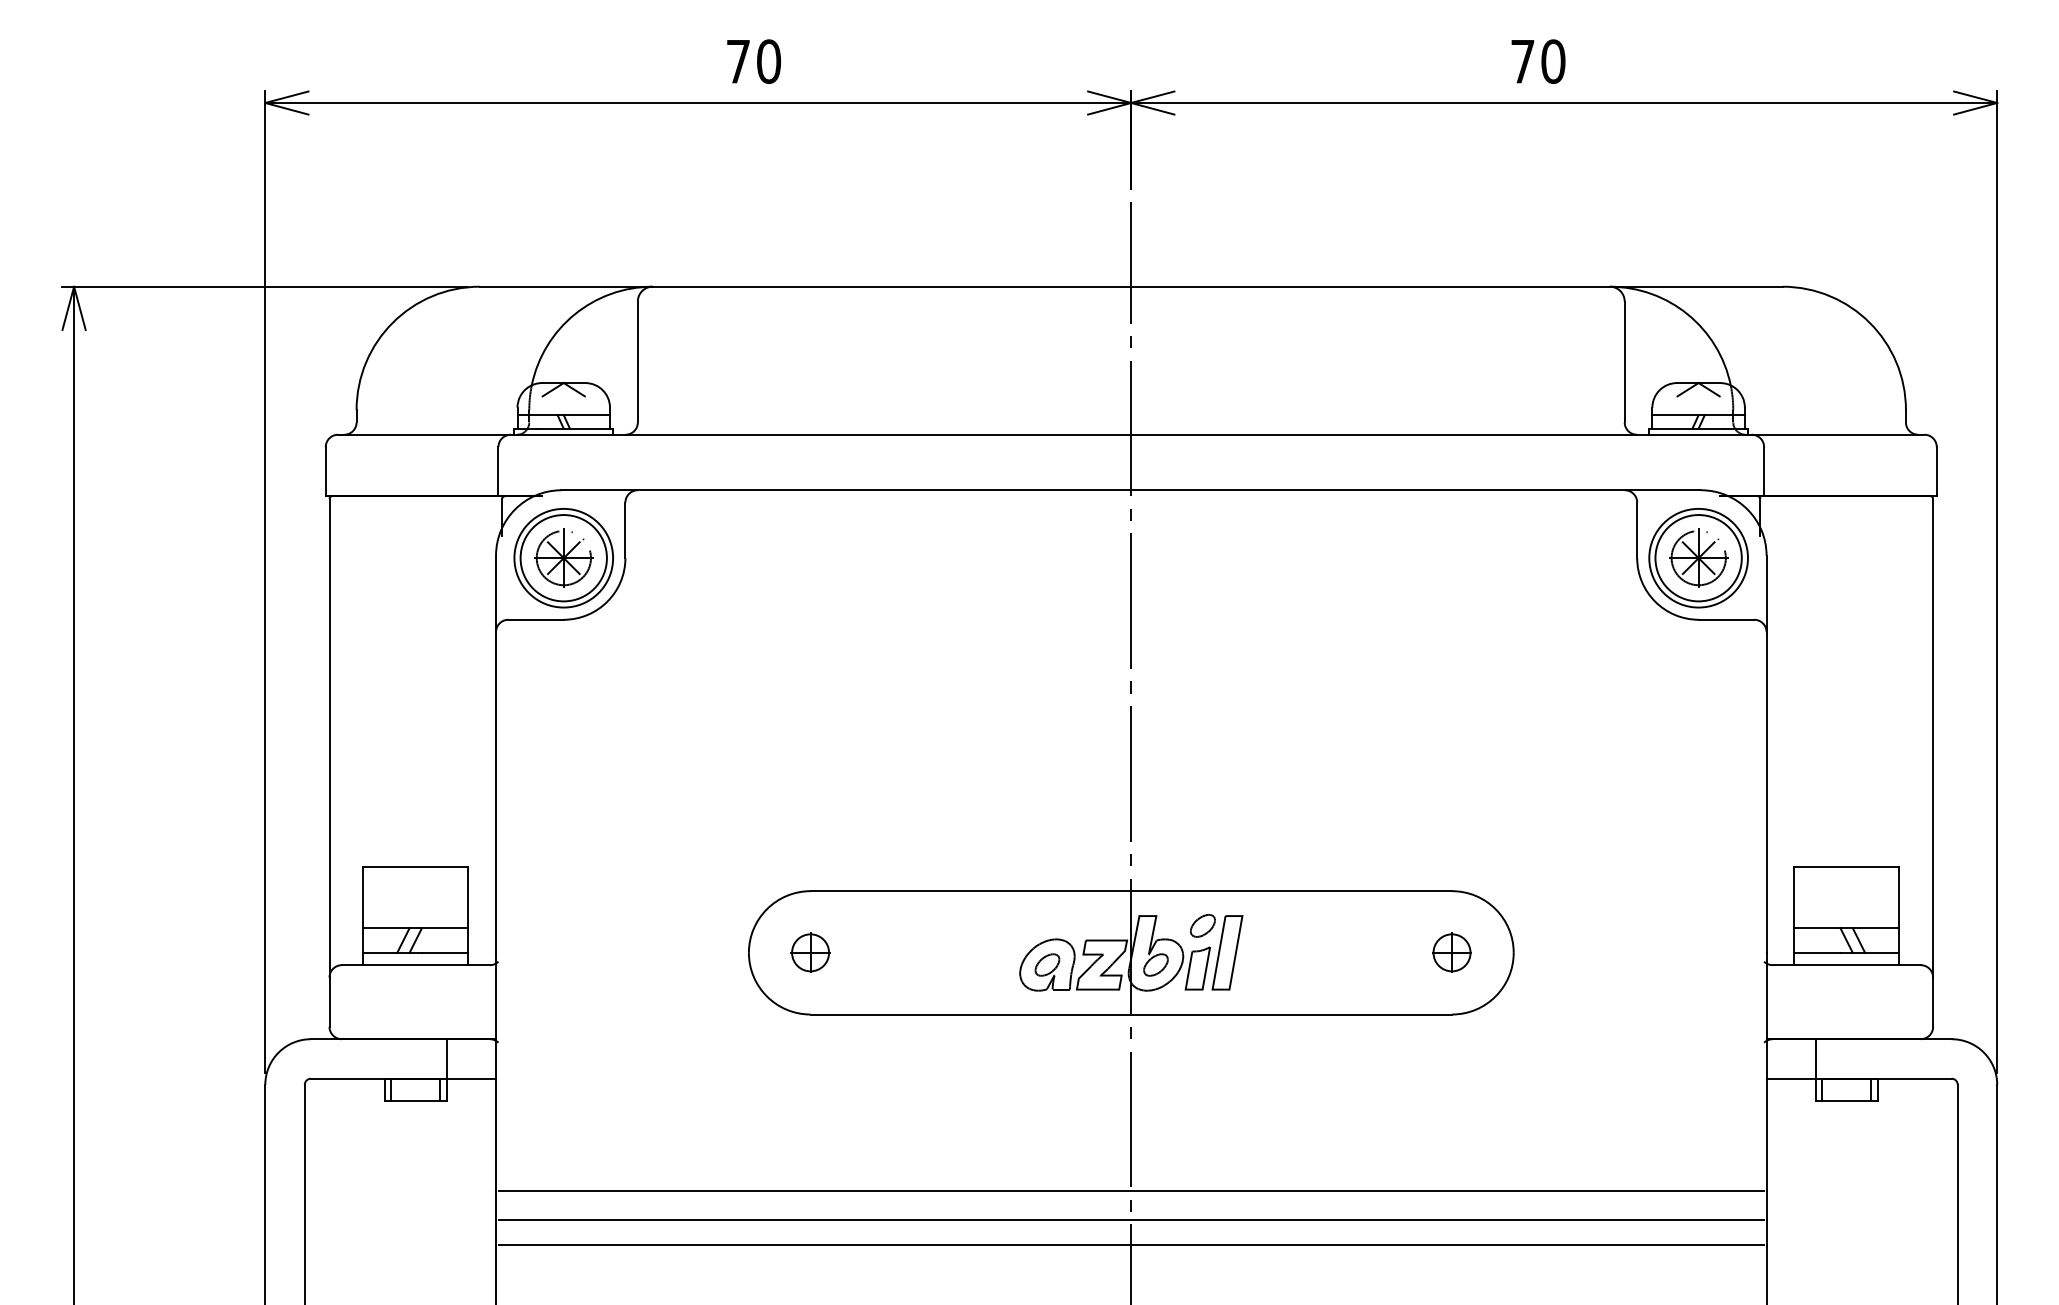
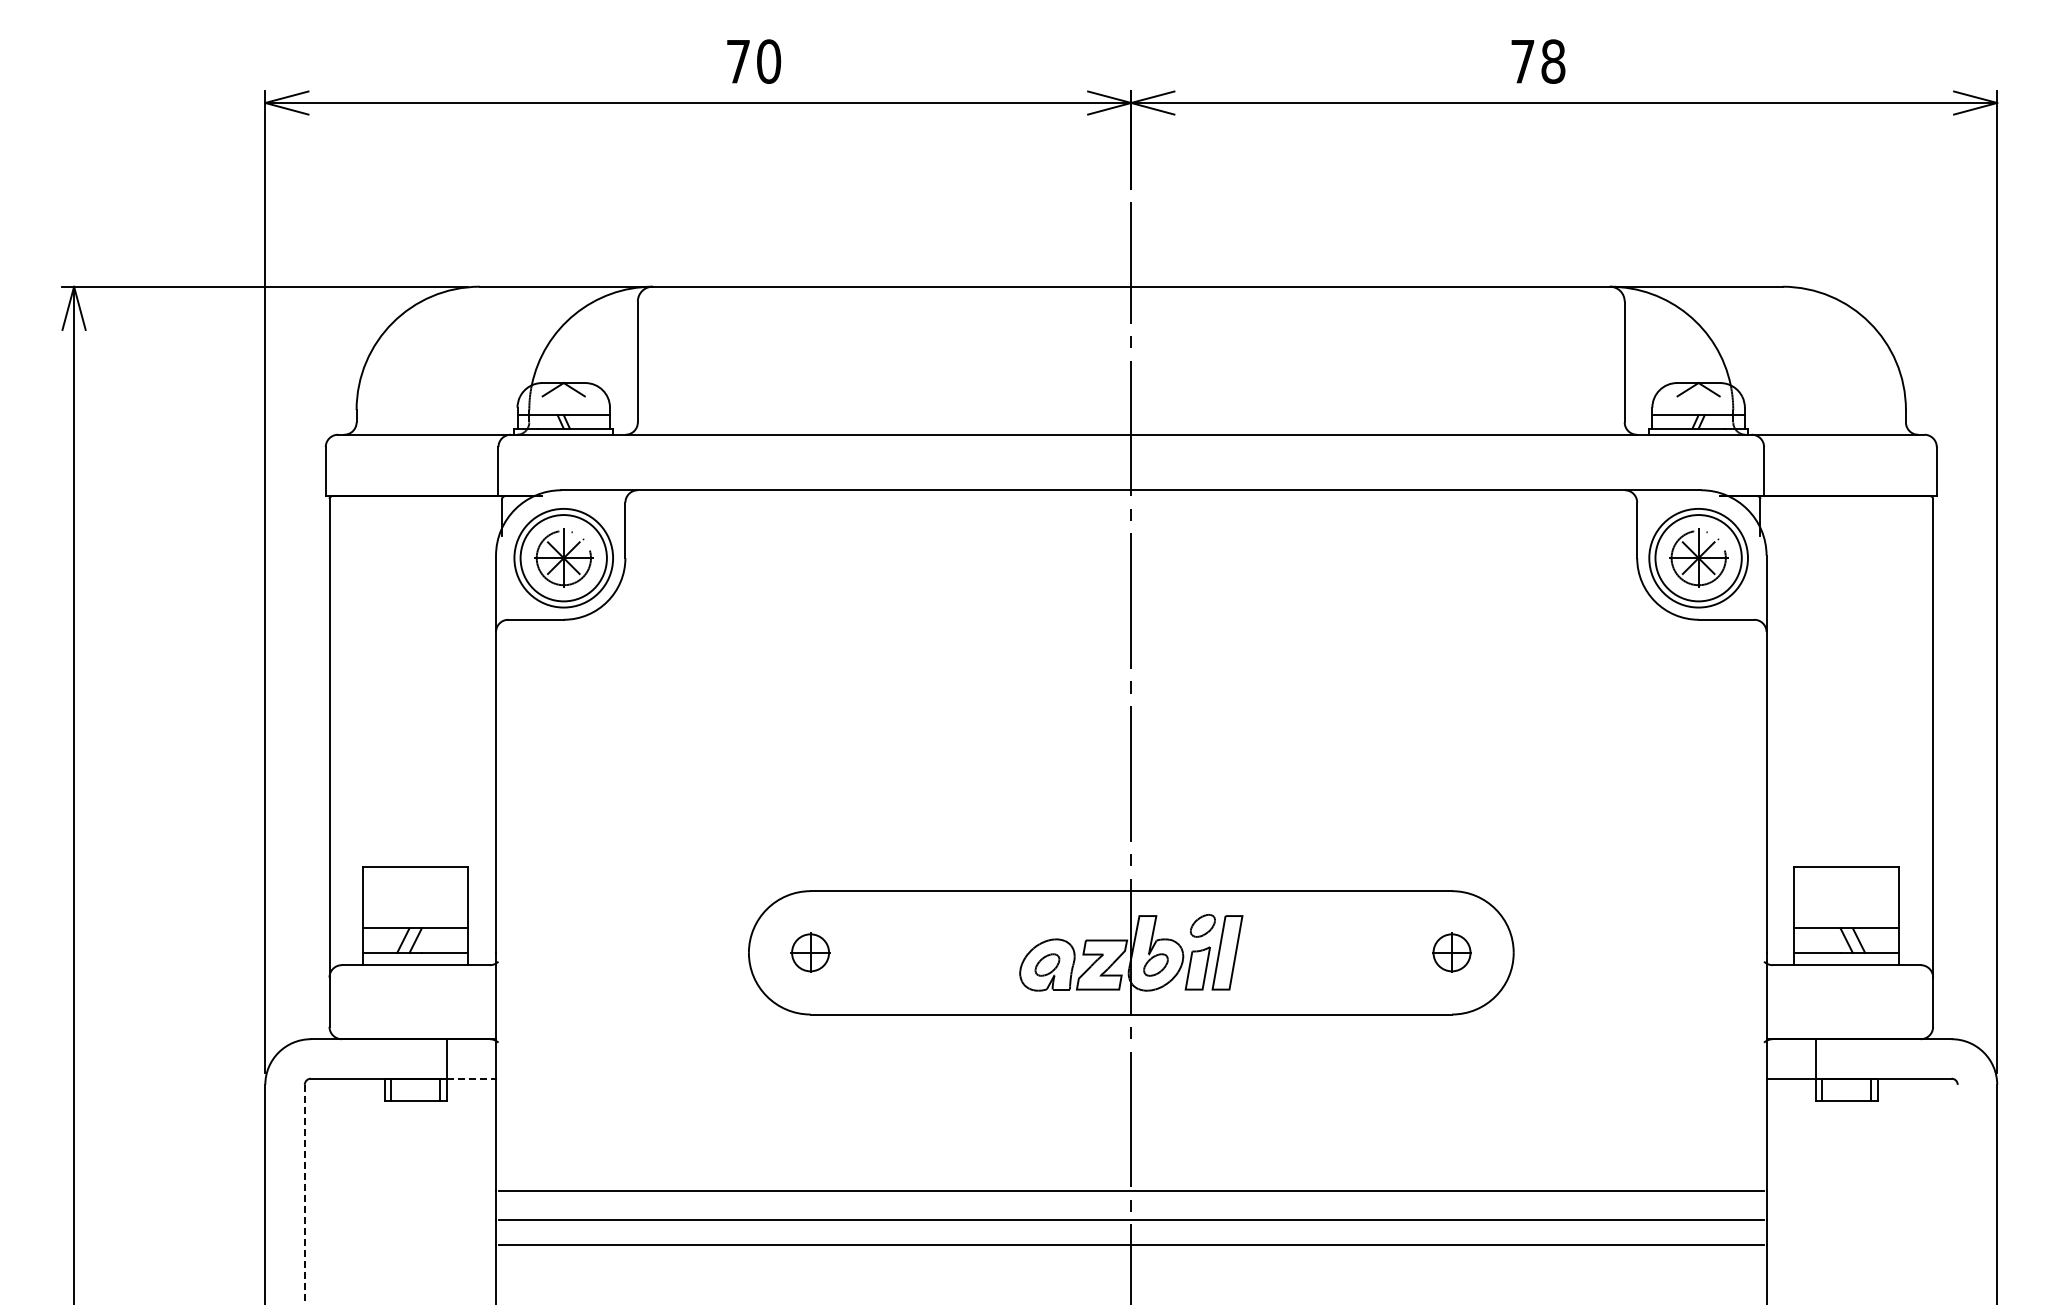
text at (1553, 61): 70 -> 78
line at (471, 1078): solid -> dashed
line at (1957, 1192): present -> none
line at (304, 1194): solid -> dashed
